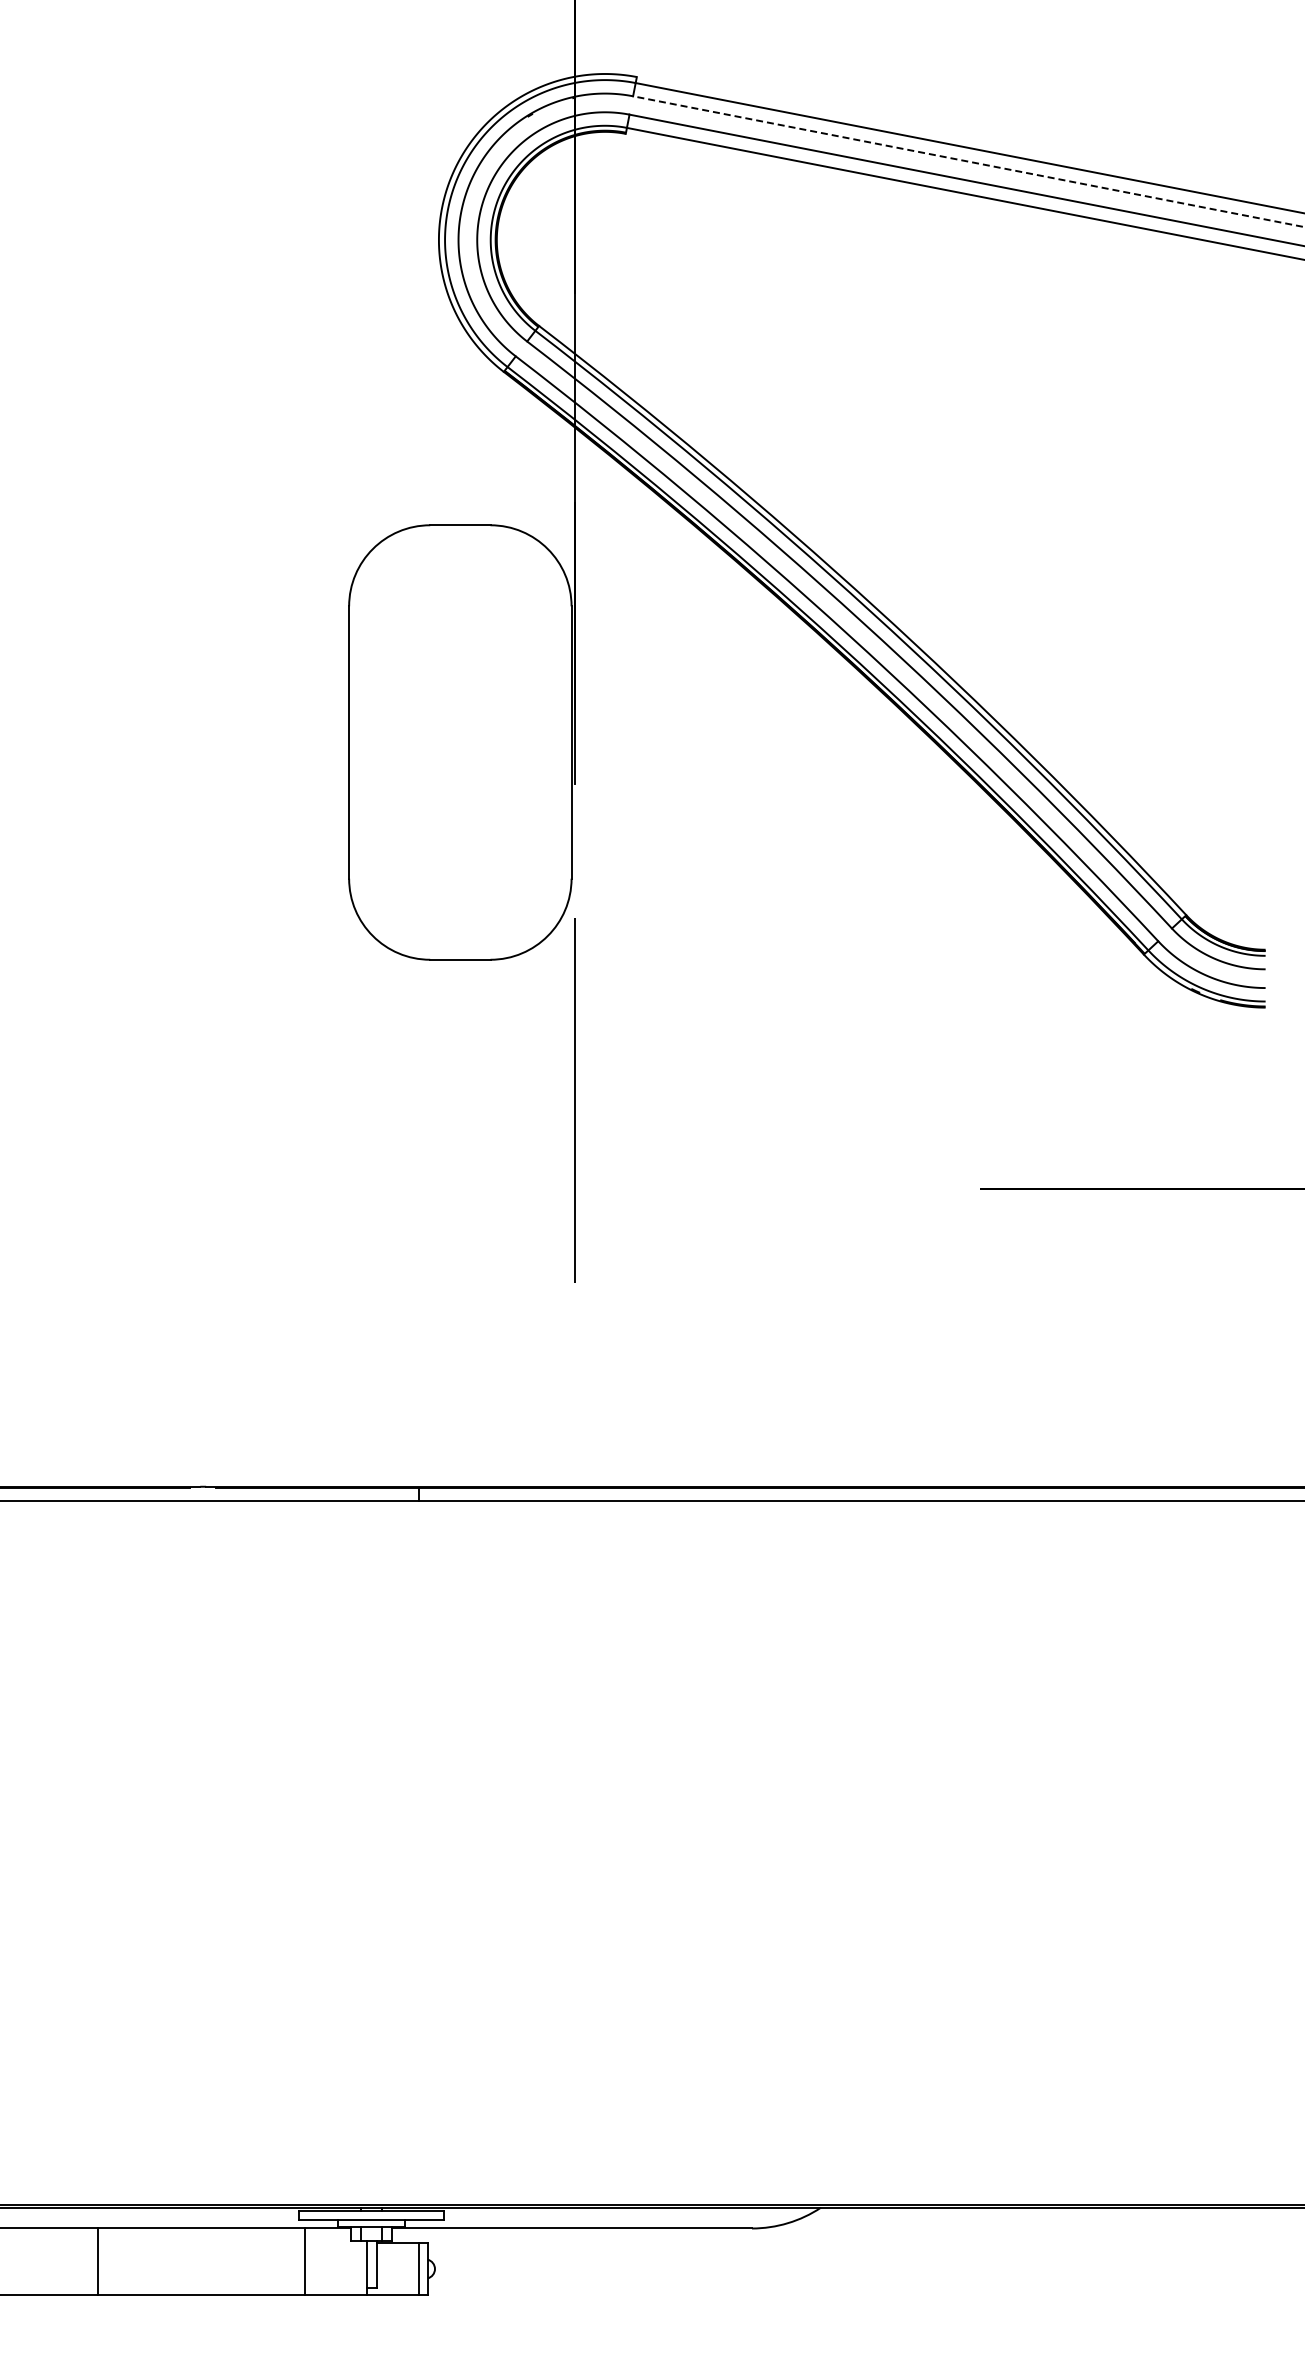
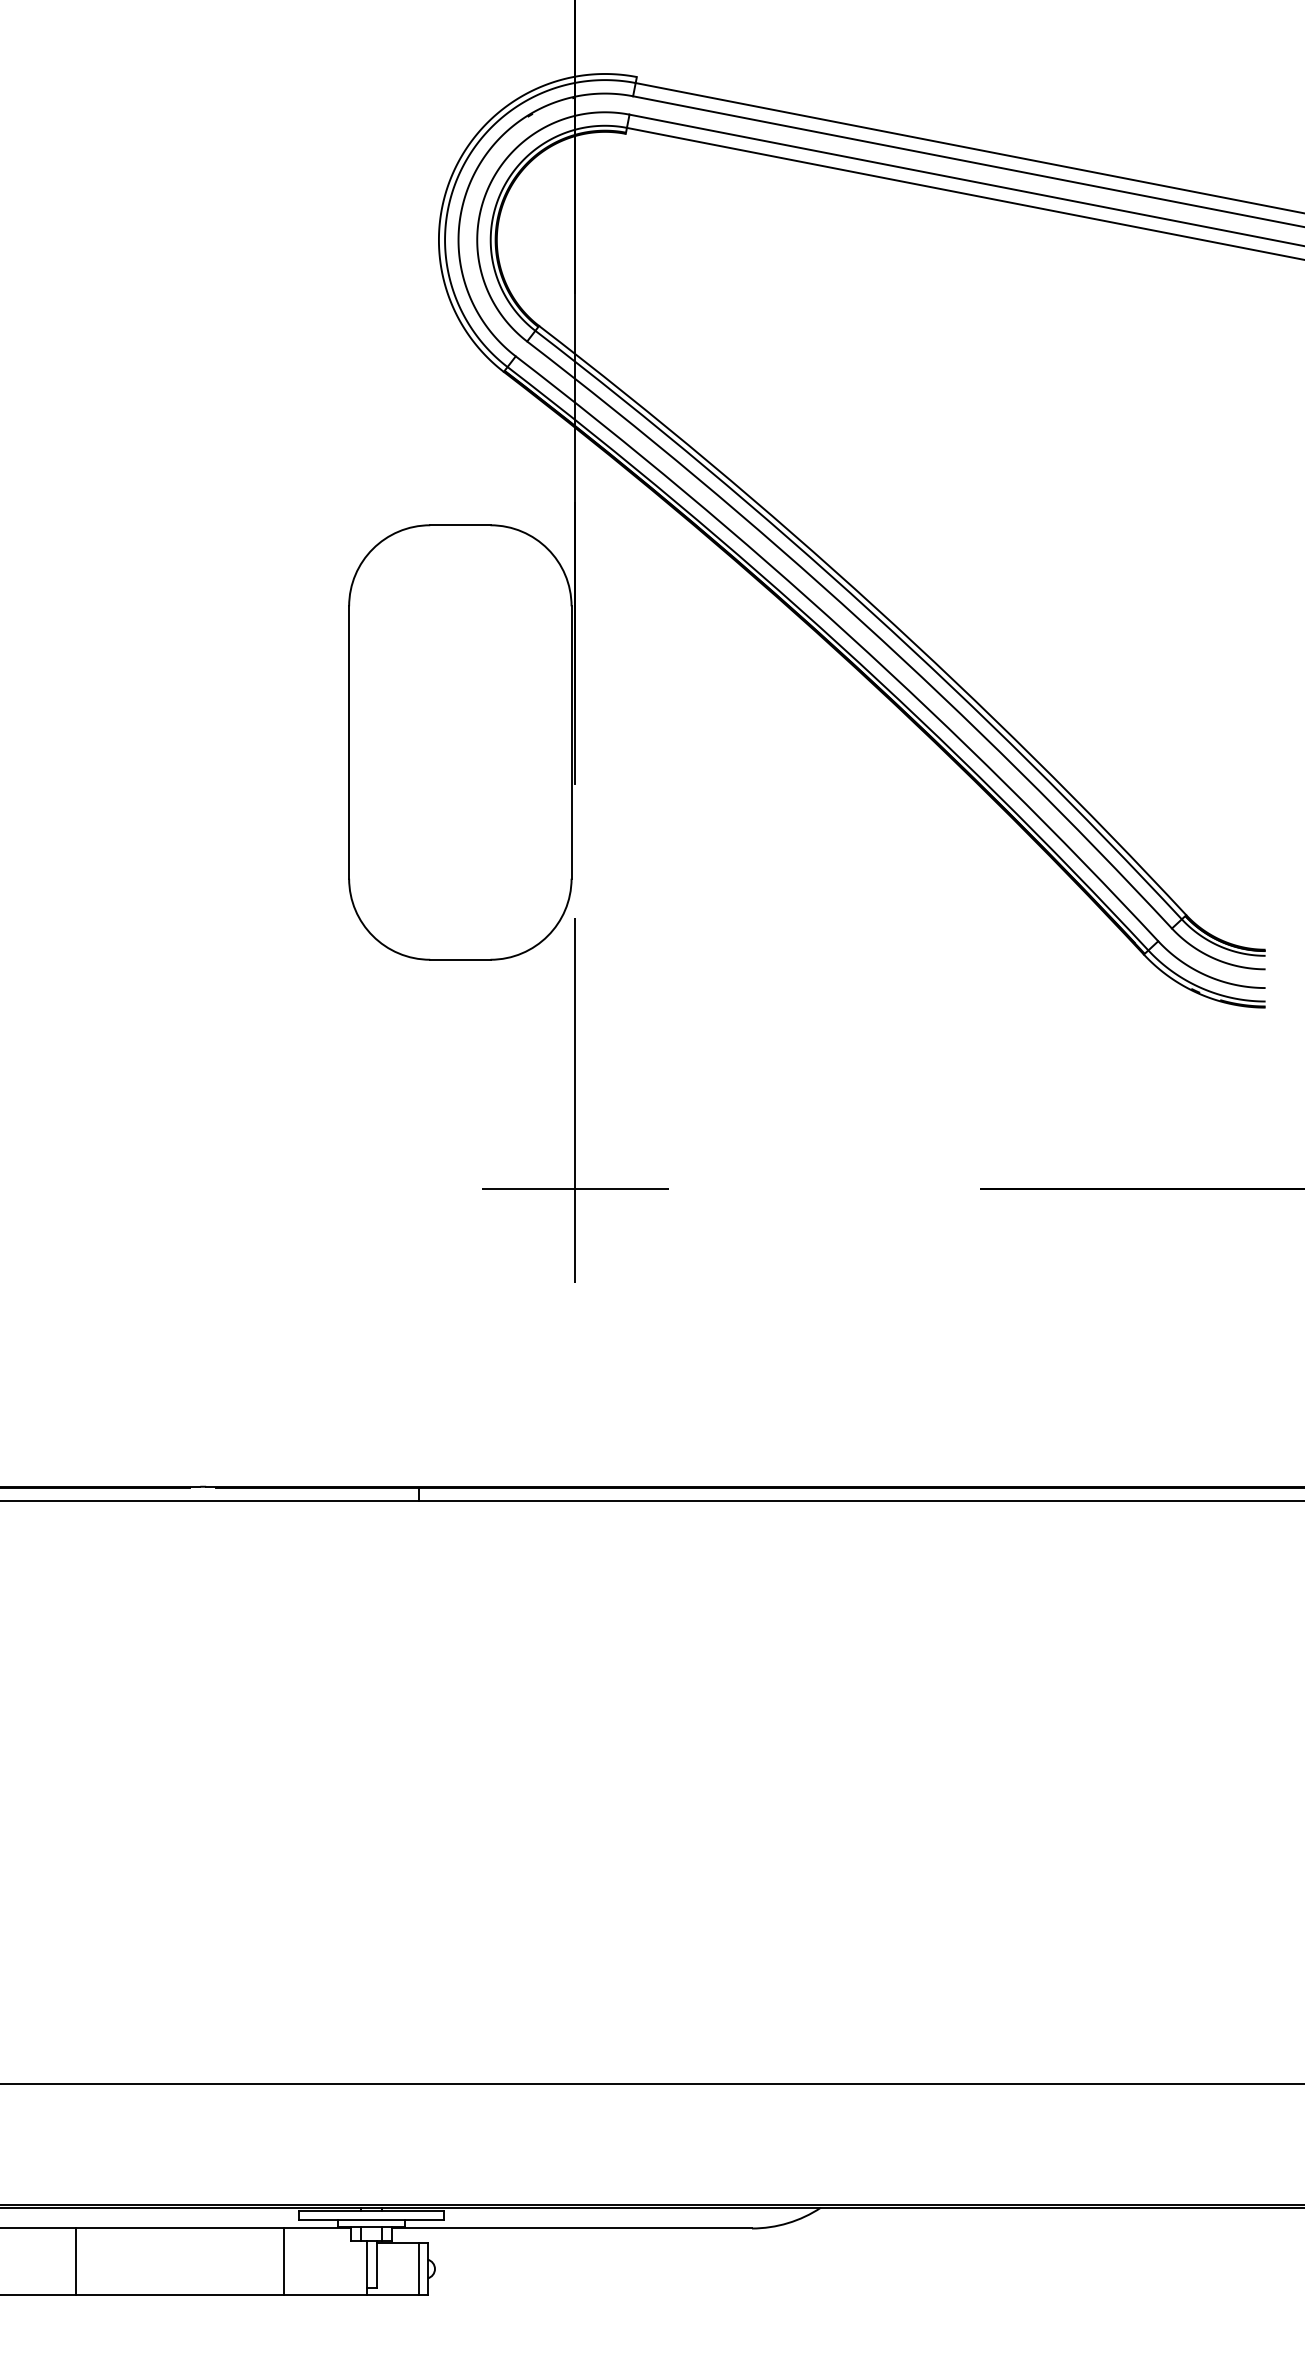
line at (968, 161): dashed -> solid
line at (574, 1189): none -> present
line at (651, 2083): none -> present
line at (98, 2261) position: (98, 2261) -> (76, 2261)
line at (305, 2261) position: (305, 2261) -> (284, 2261)
